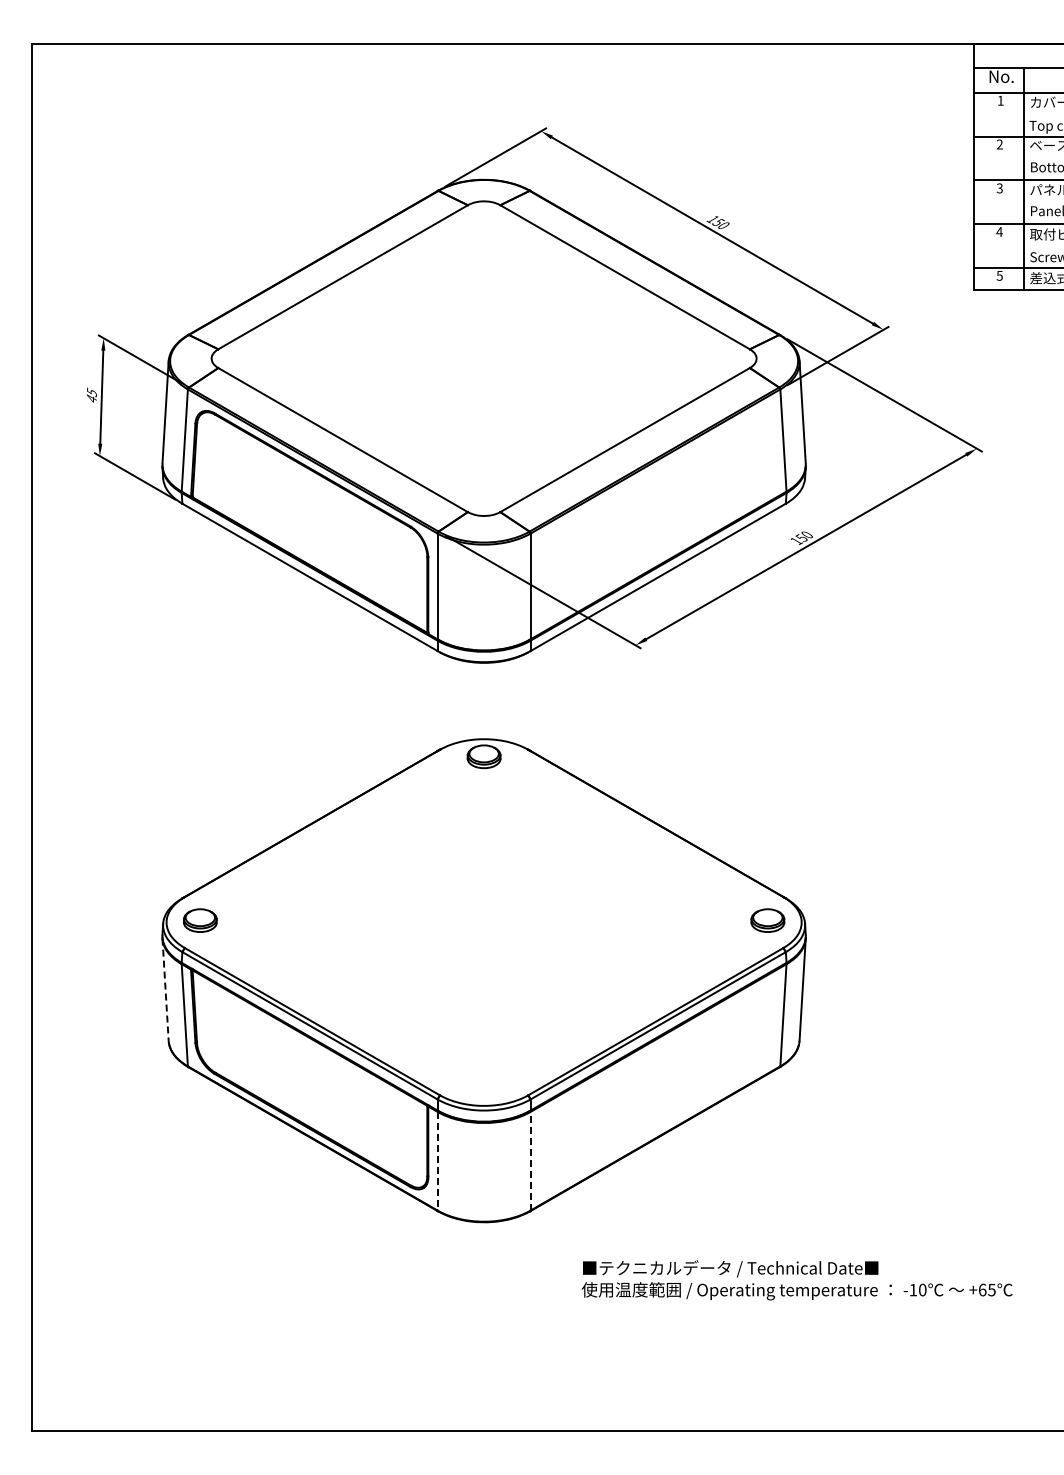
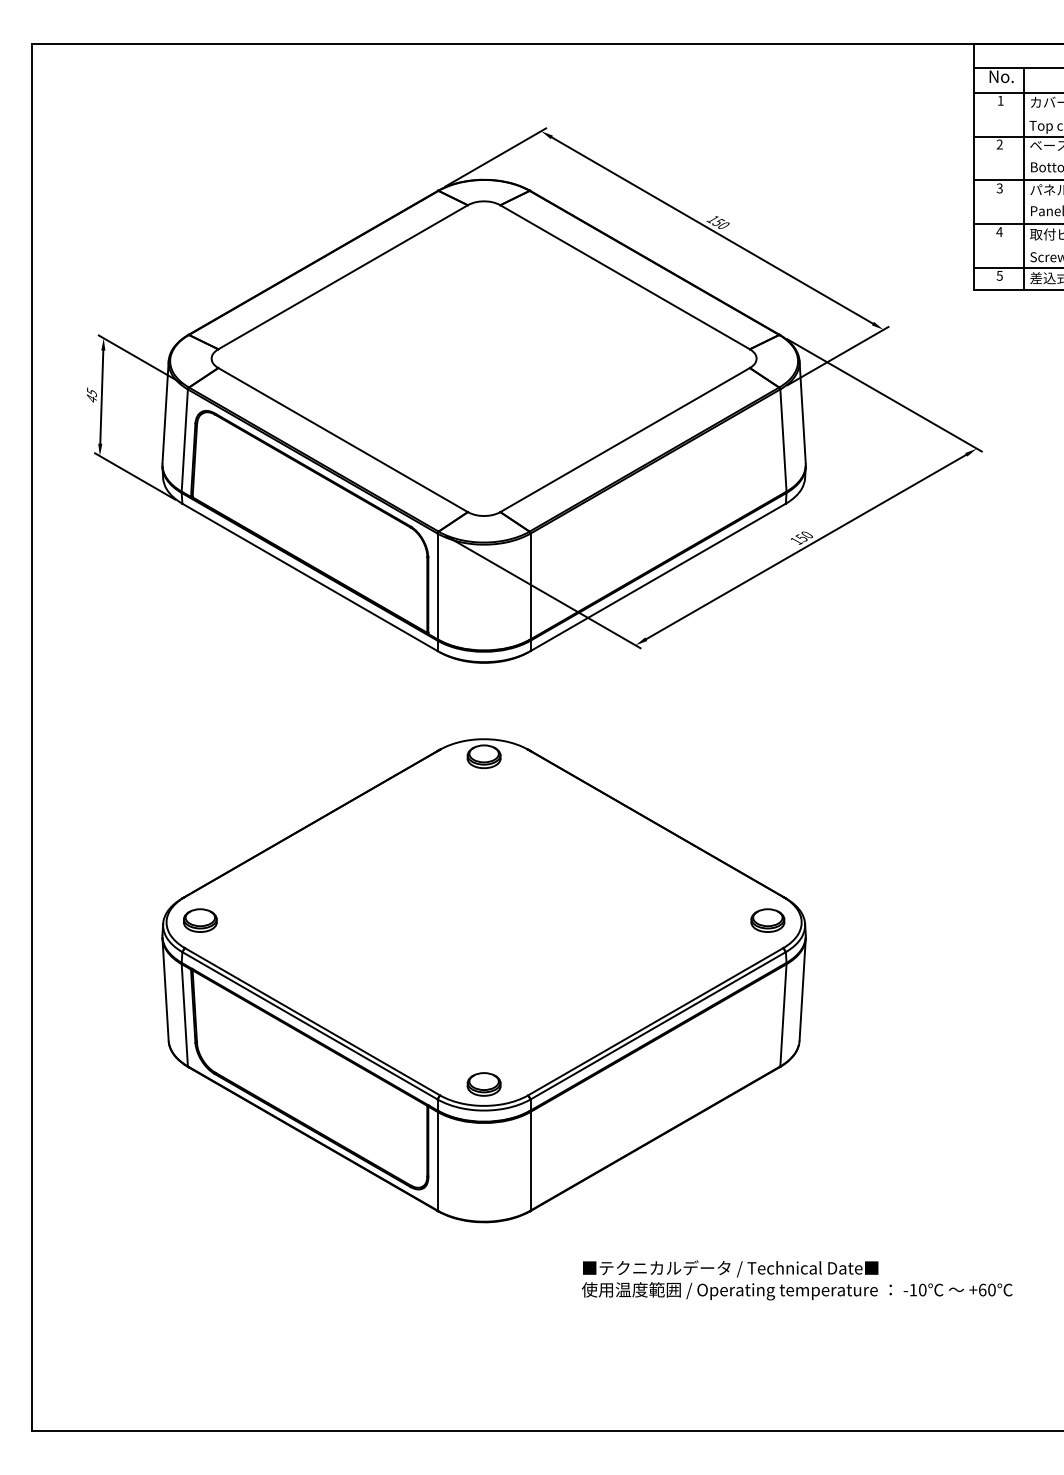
line at (165, 990): dashed -> solid
part at (483, 1084): none -> present
line at (530, 1160): dashed -> solid
line at (437, 1161): dashed -> solid
text at (991, 1289): +65 -> +60
